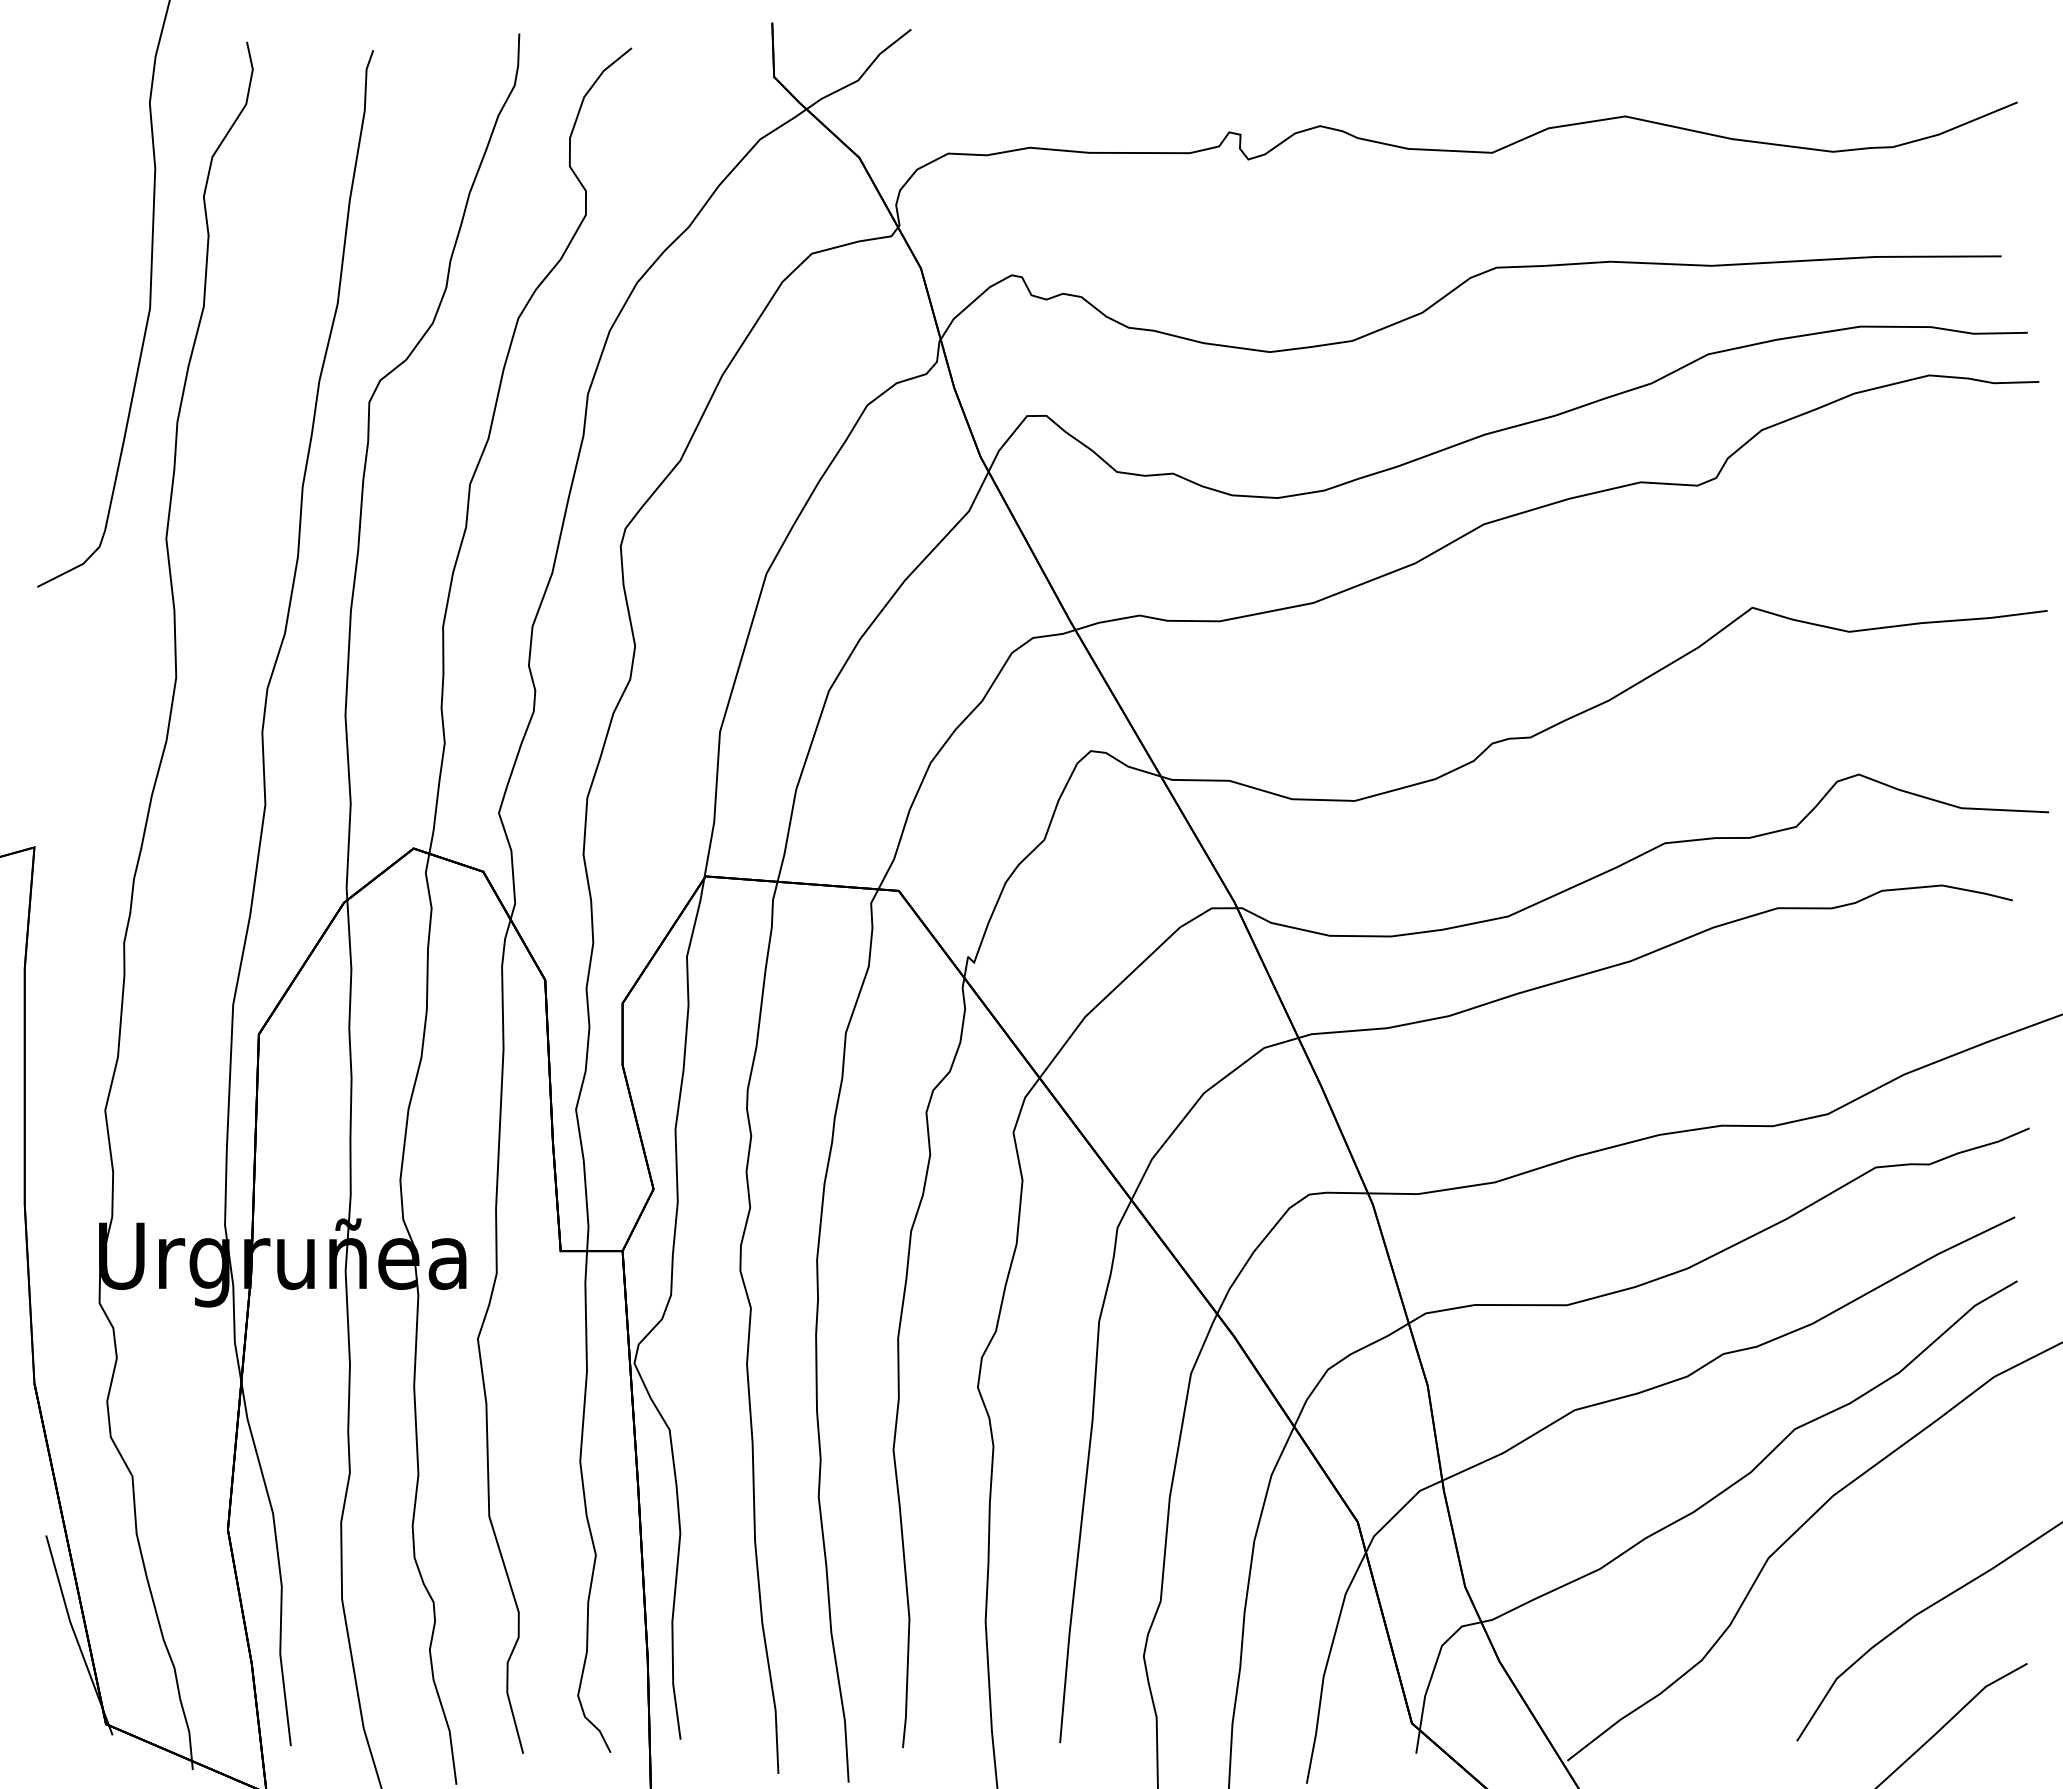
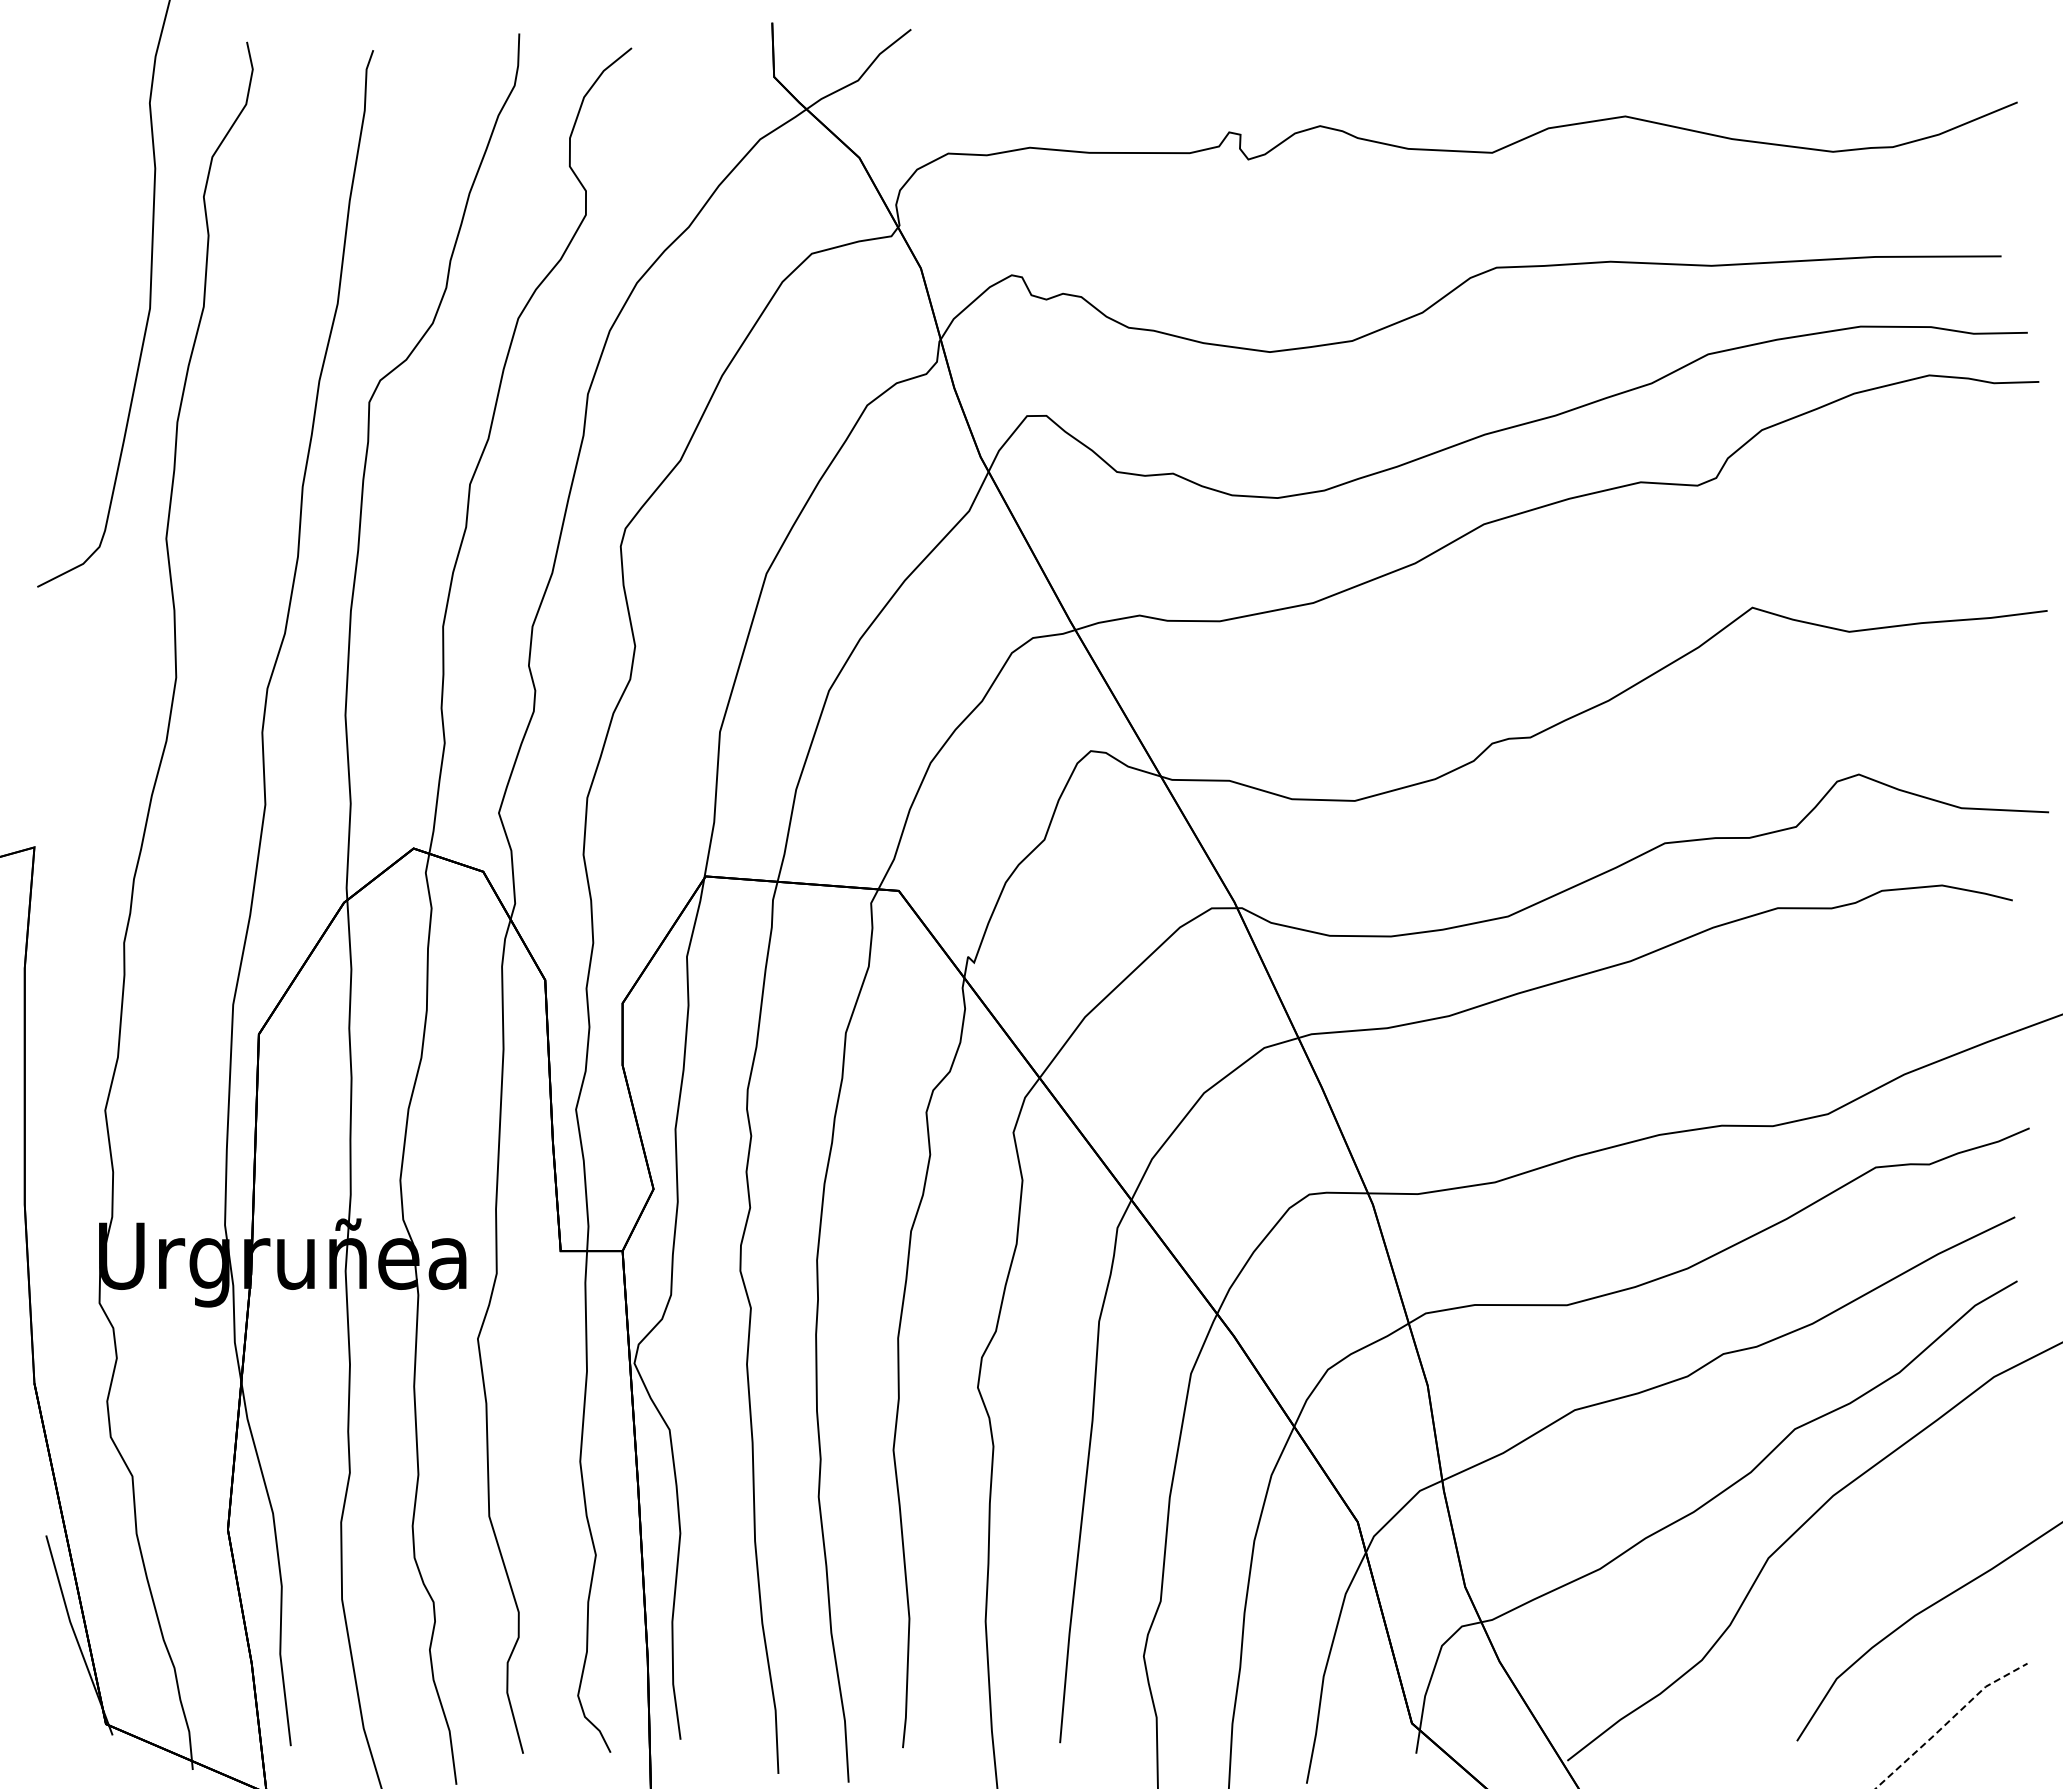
line at (1949, 1721): solid -> dashed
